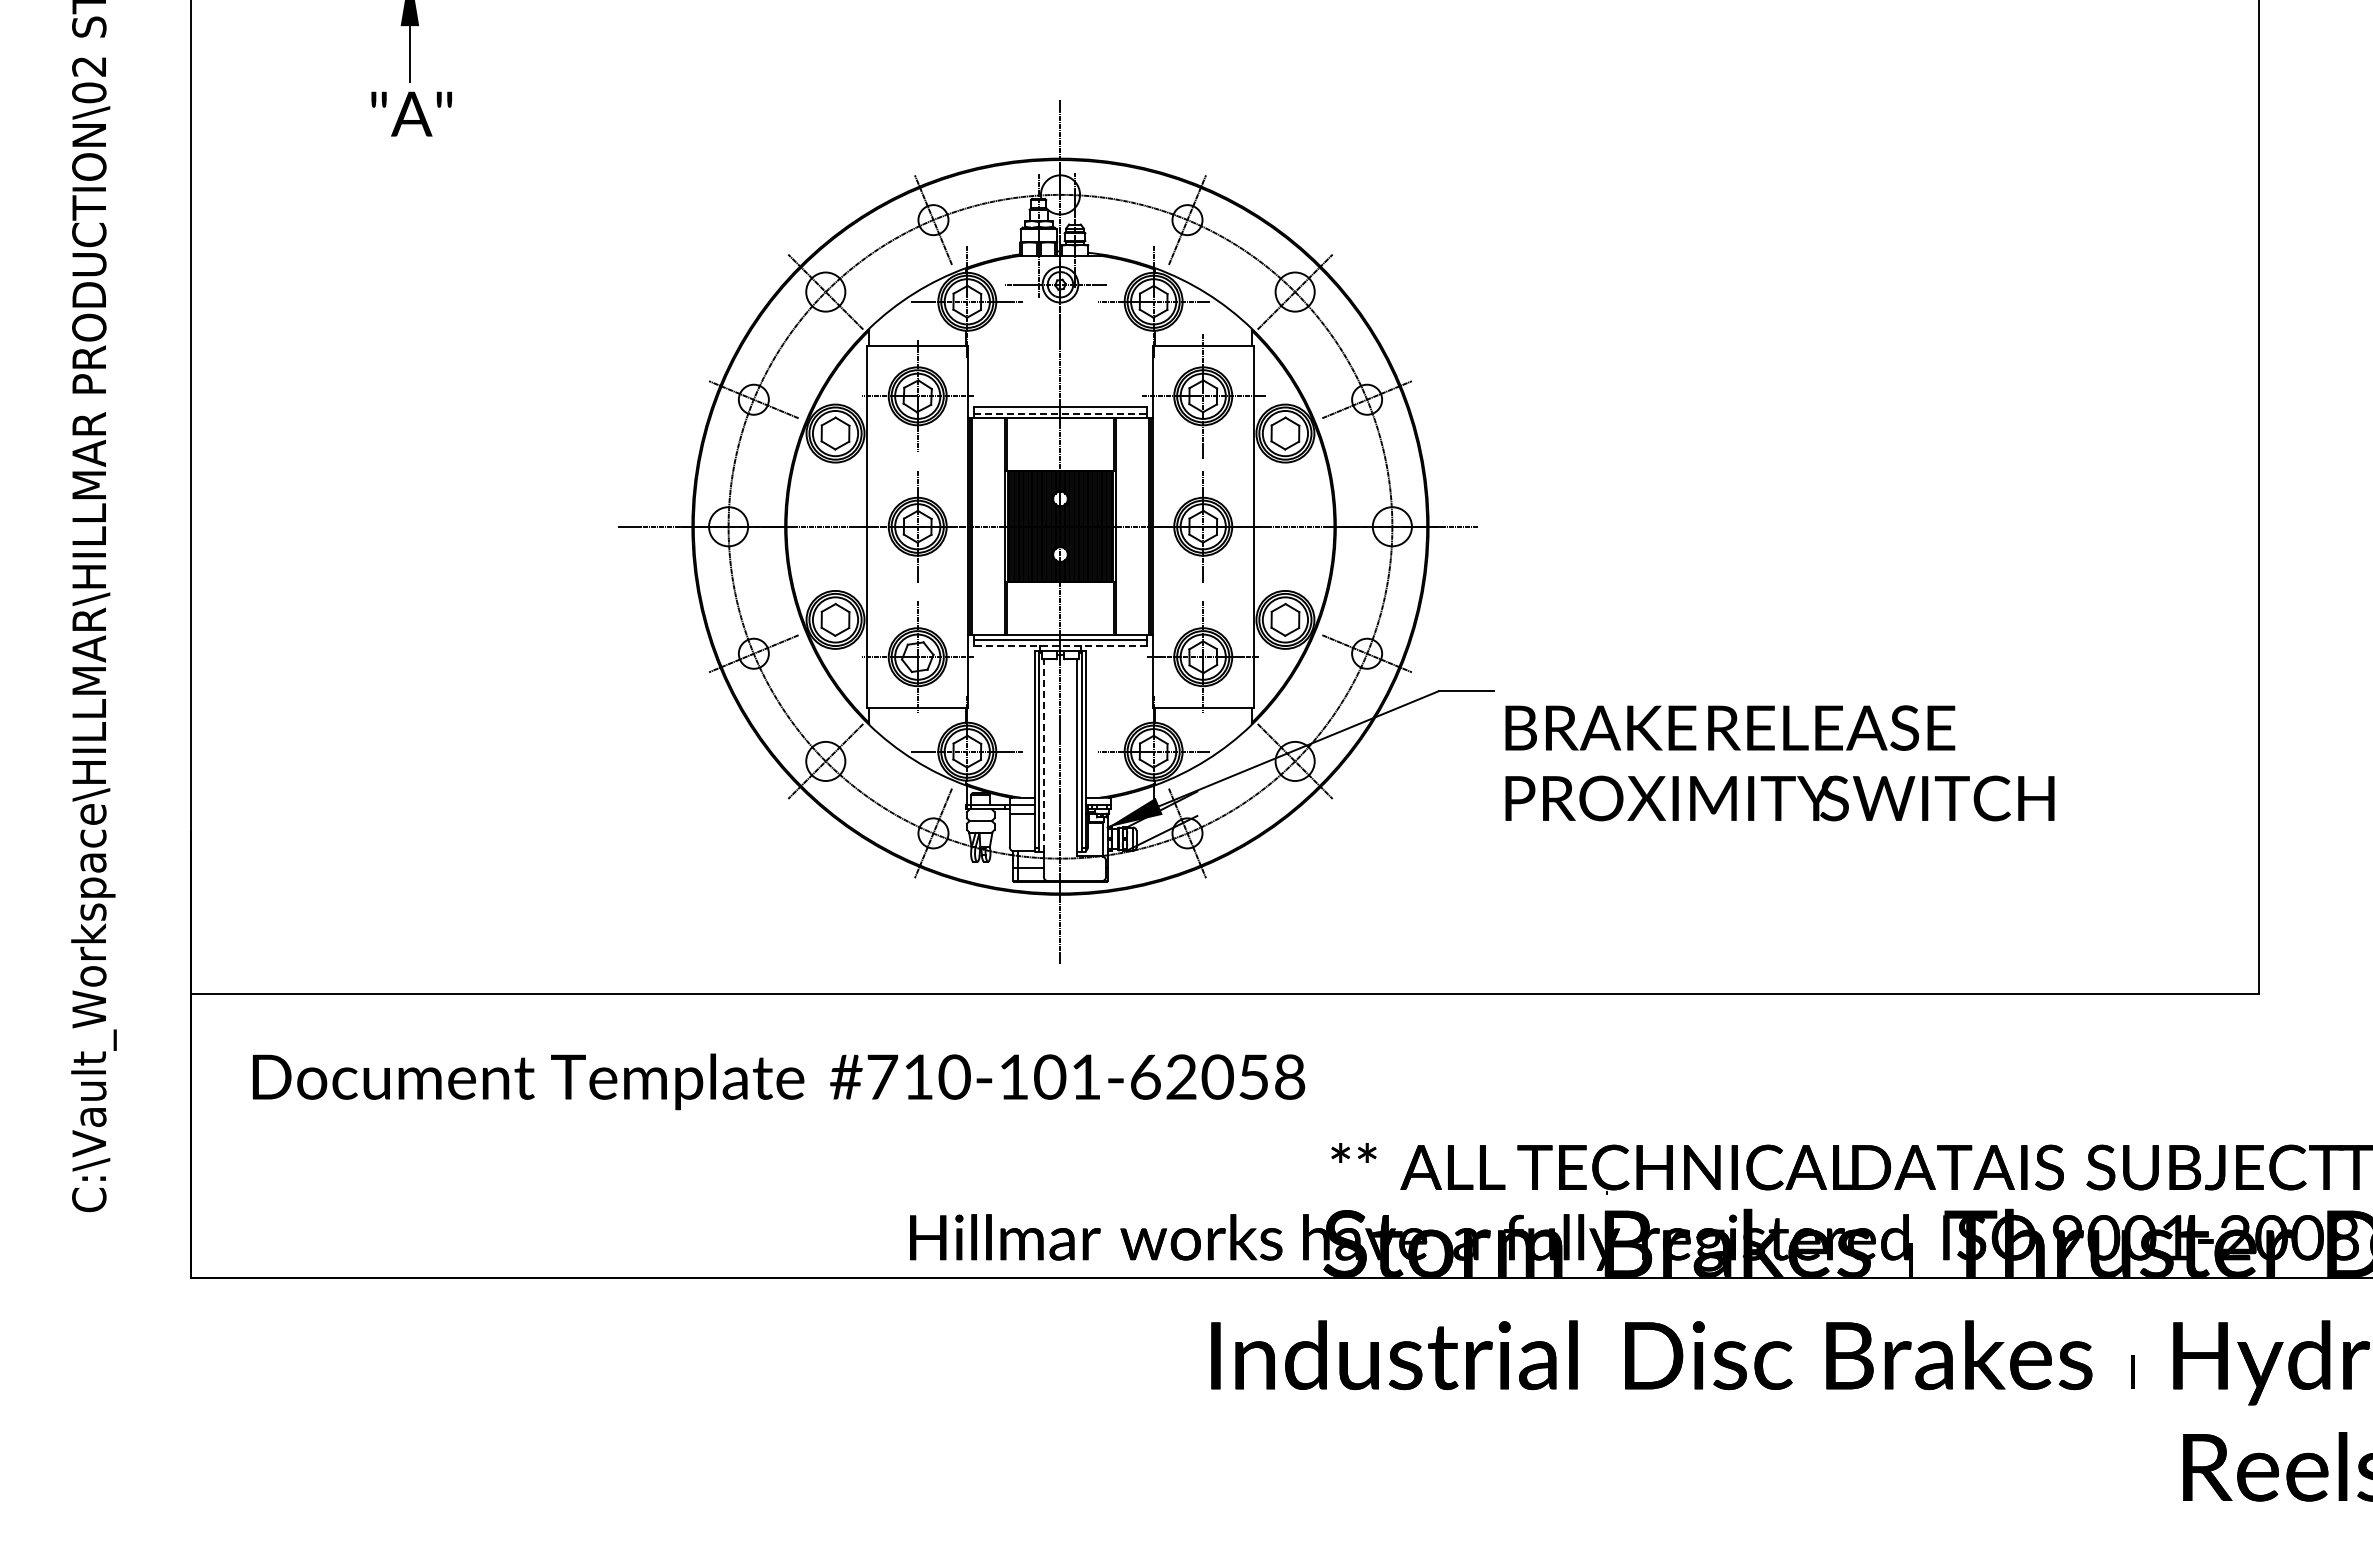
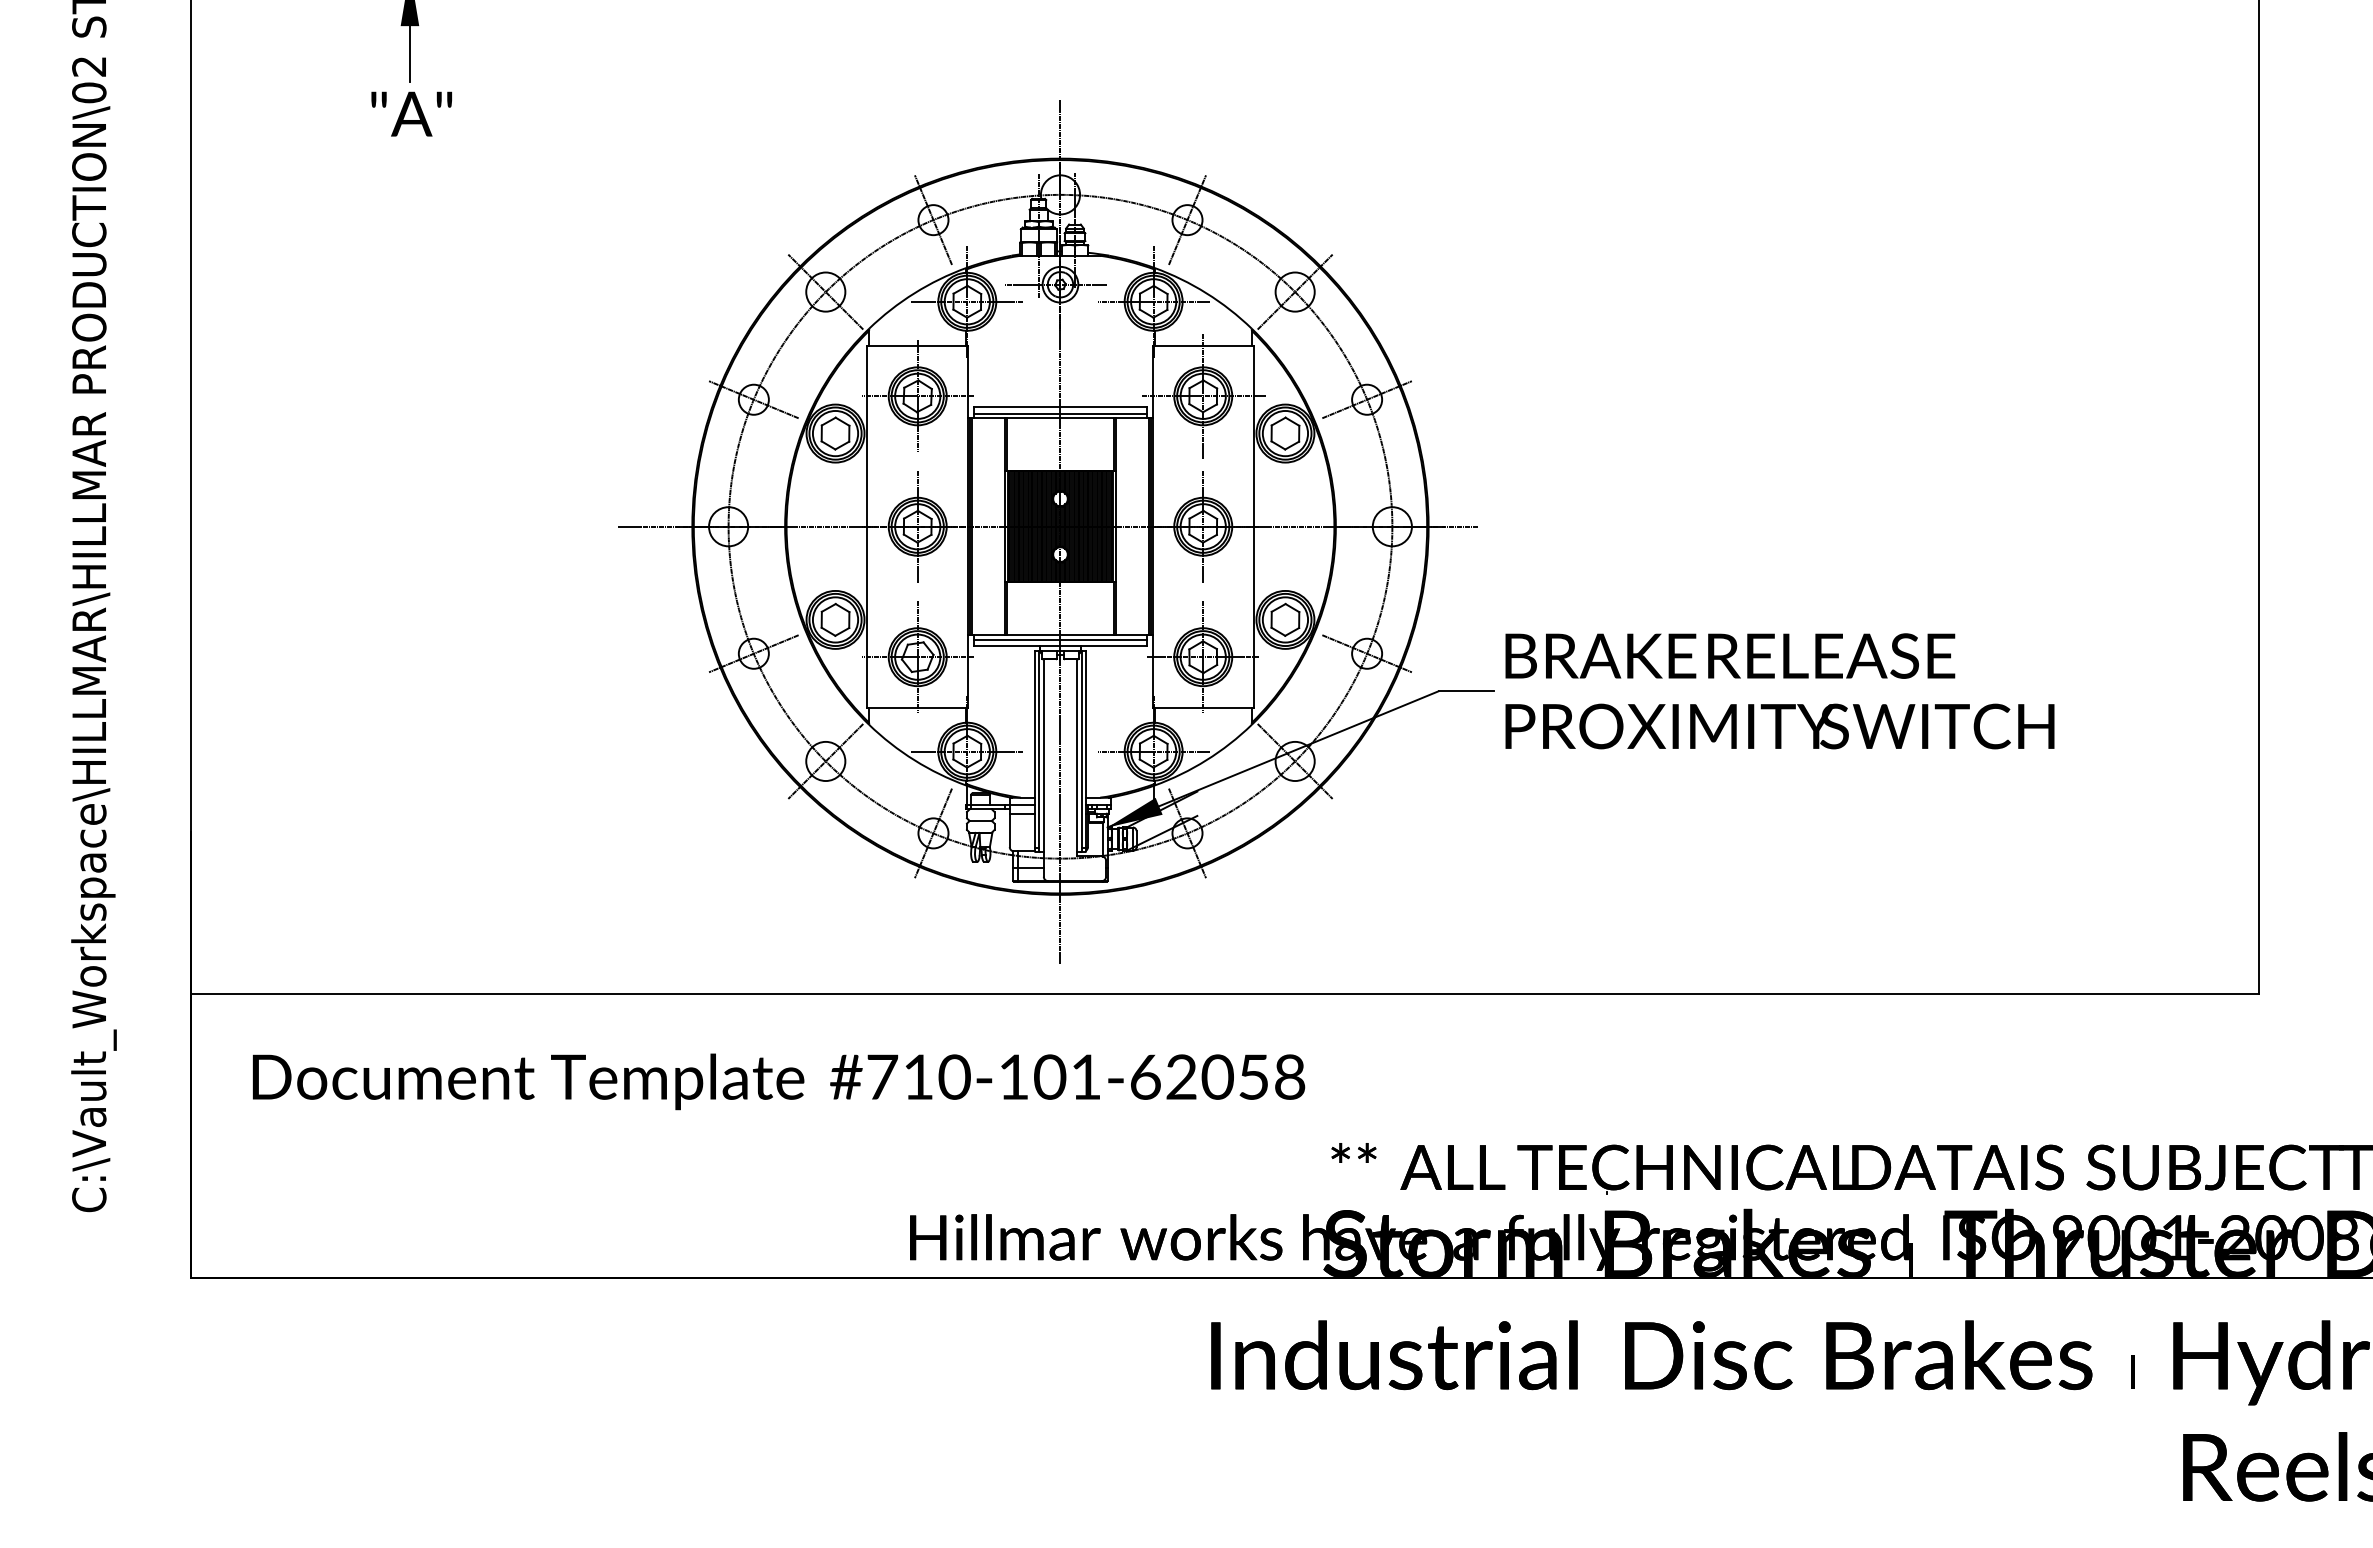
line at (1060, 413): dashed -> solid
line at (1060, 646): dashed -> solid
line at (1043, 755): dashed -> solid
text at (1779, 763) position: (1779, 763) -> (1779, 691)
